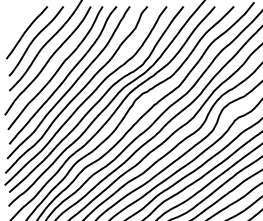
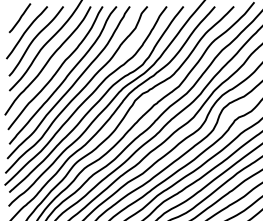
line at (19, 18): none -> present
